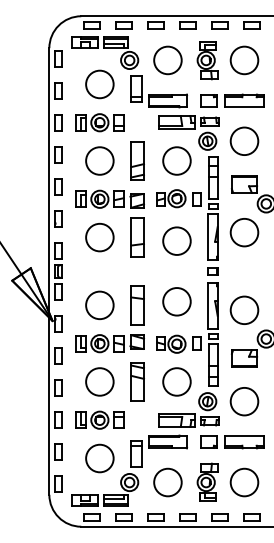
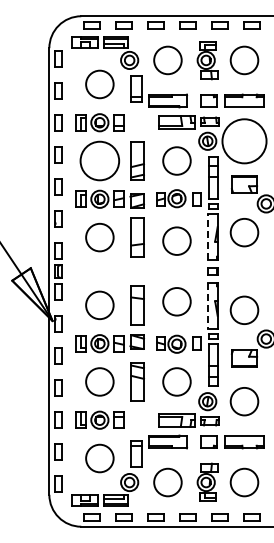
circle at (244, 141) diameter: 28 px -> 44 px
circle at (99, 160) diameter: 28 px -> 39 px
line at (208, 236): solid -> dashed
line at (208, 306): solid -> dashed
